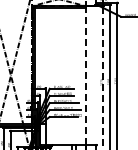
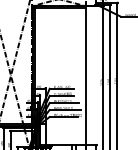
line at (85, 76): dashed -> solid
line at (103, 78): dashed -> solid
